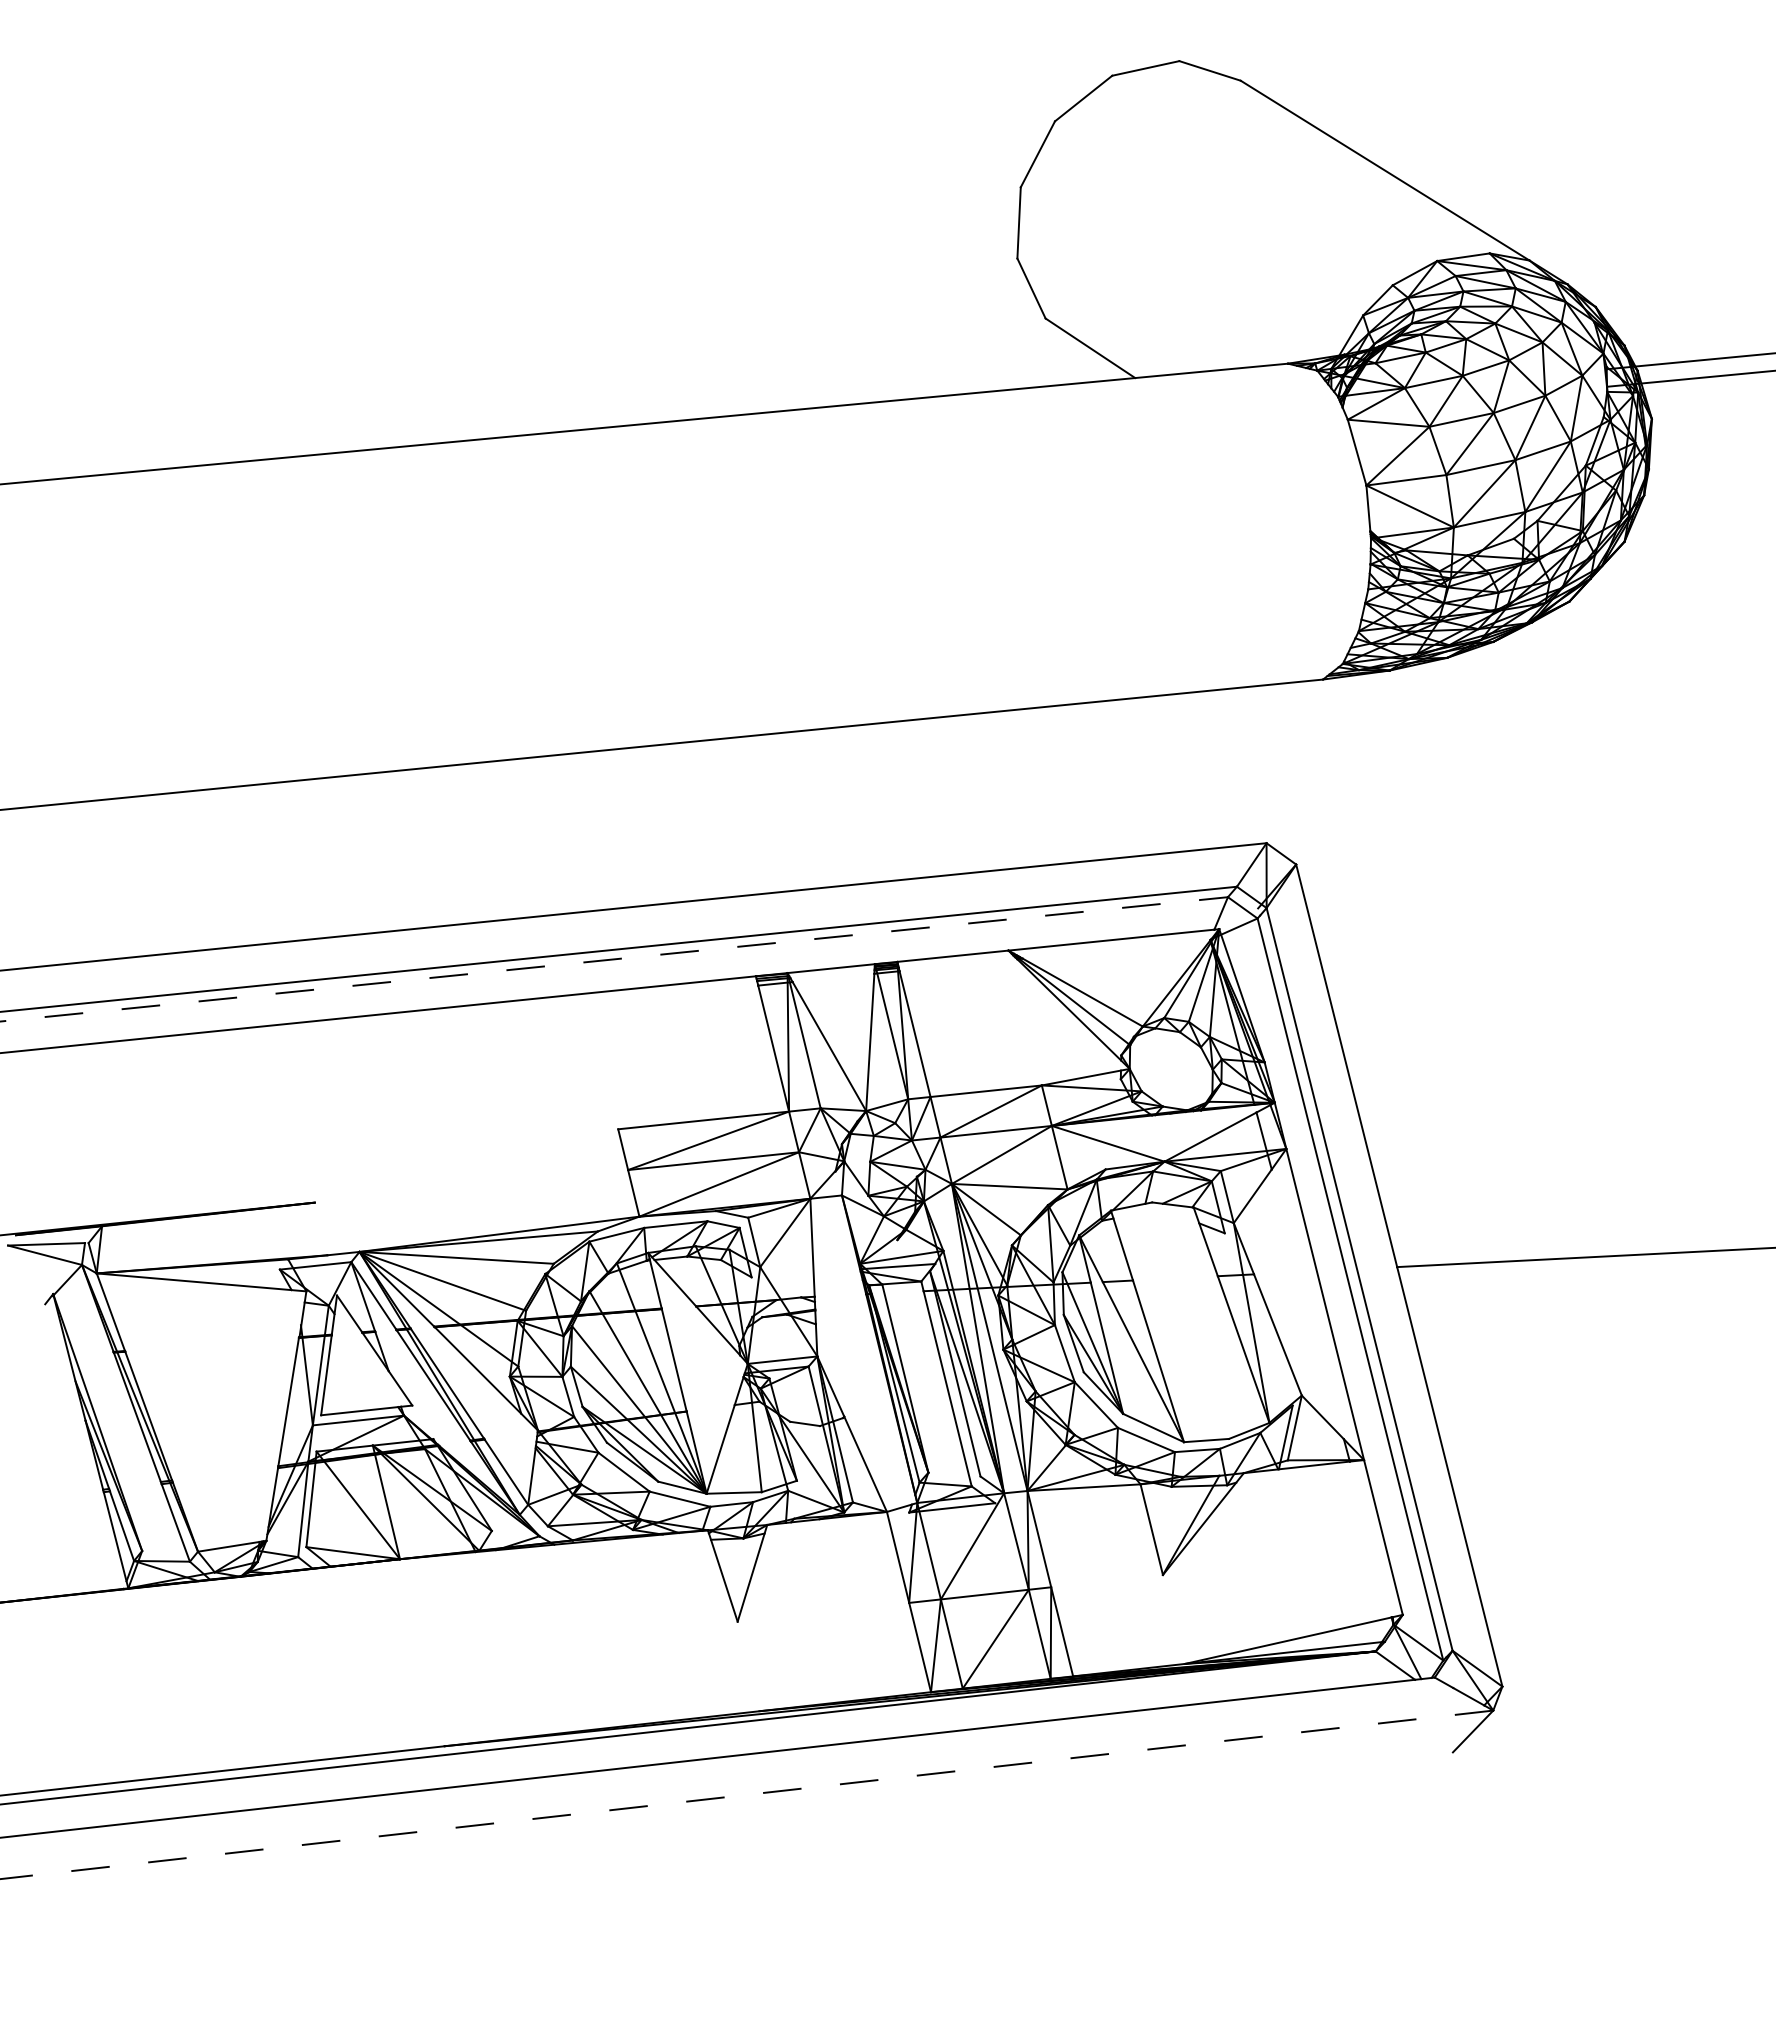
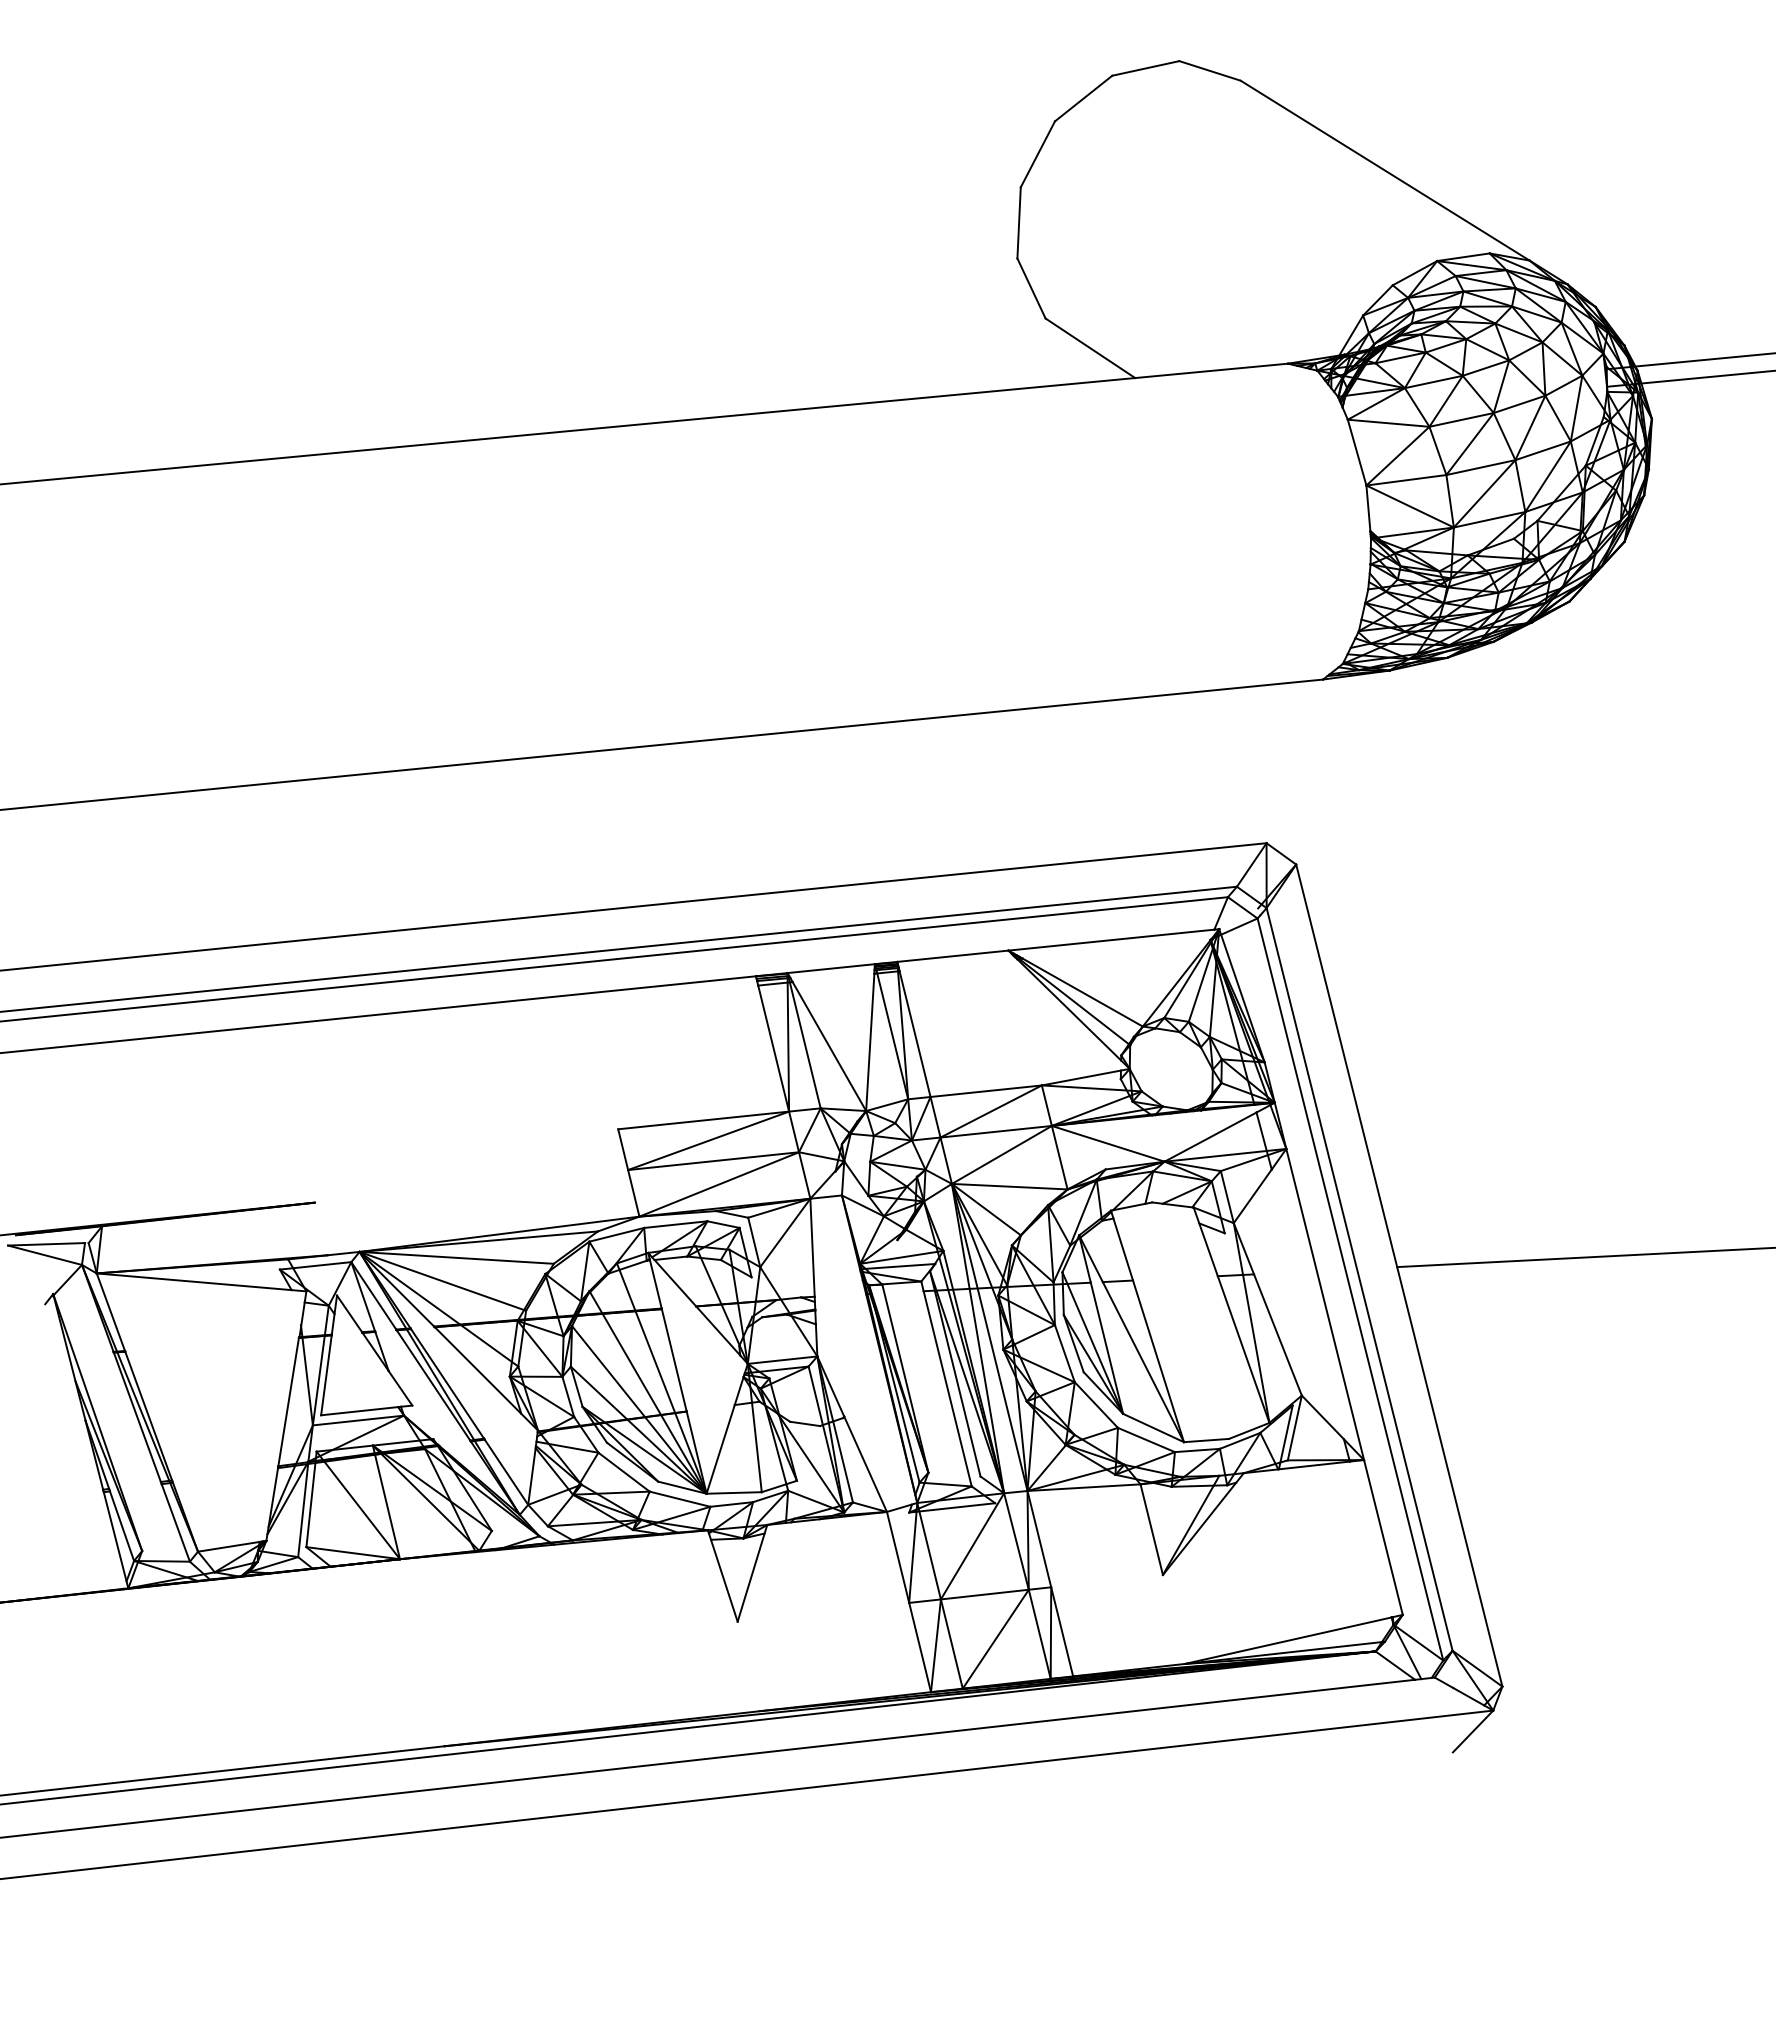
line at (614, 959): dashed -> solid
line at (747, 1794): dashed -> solid
